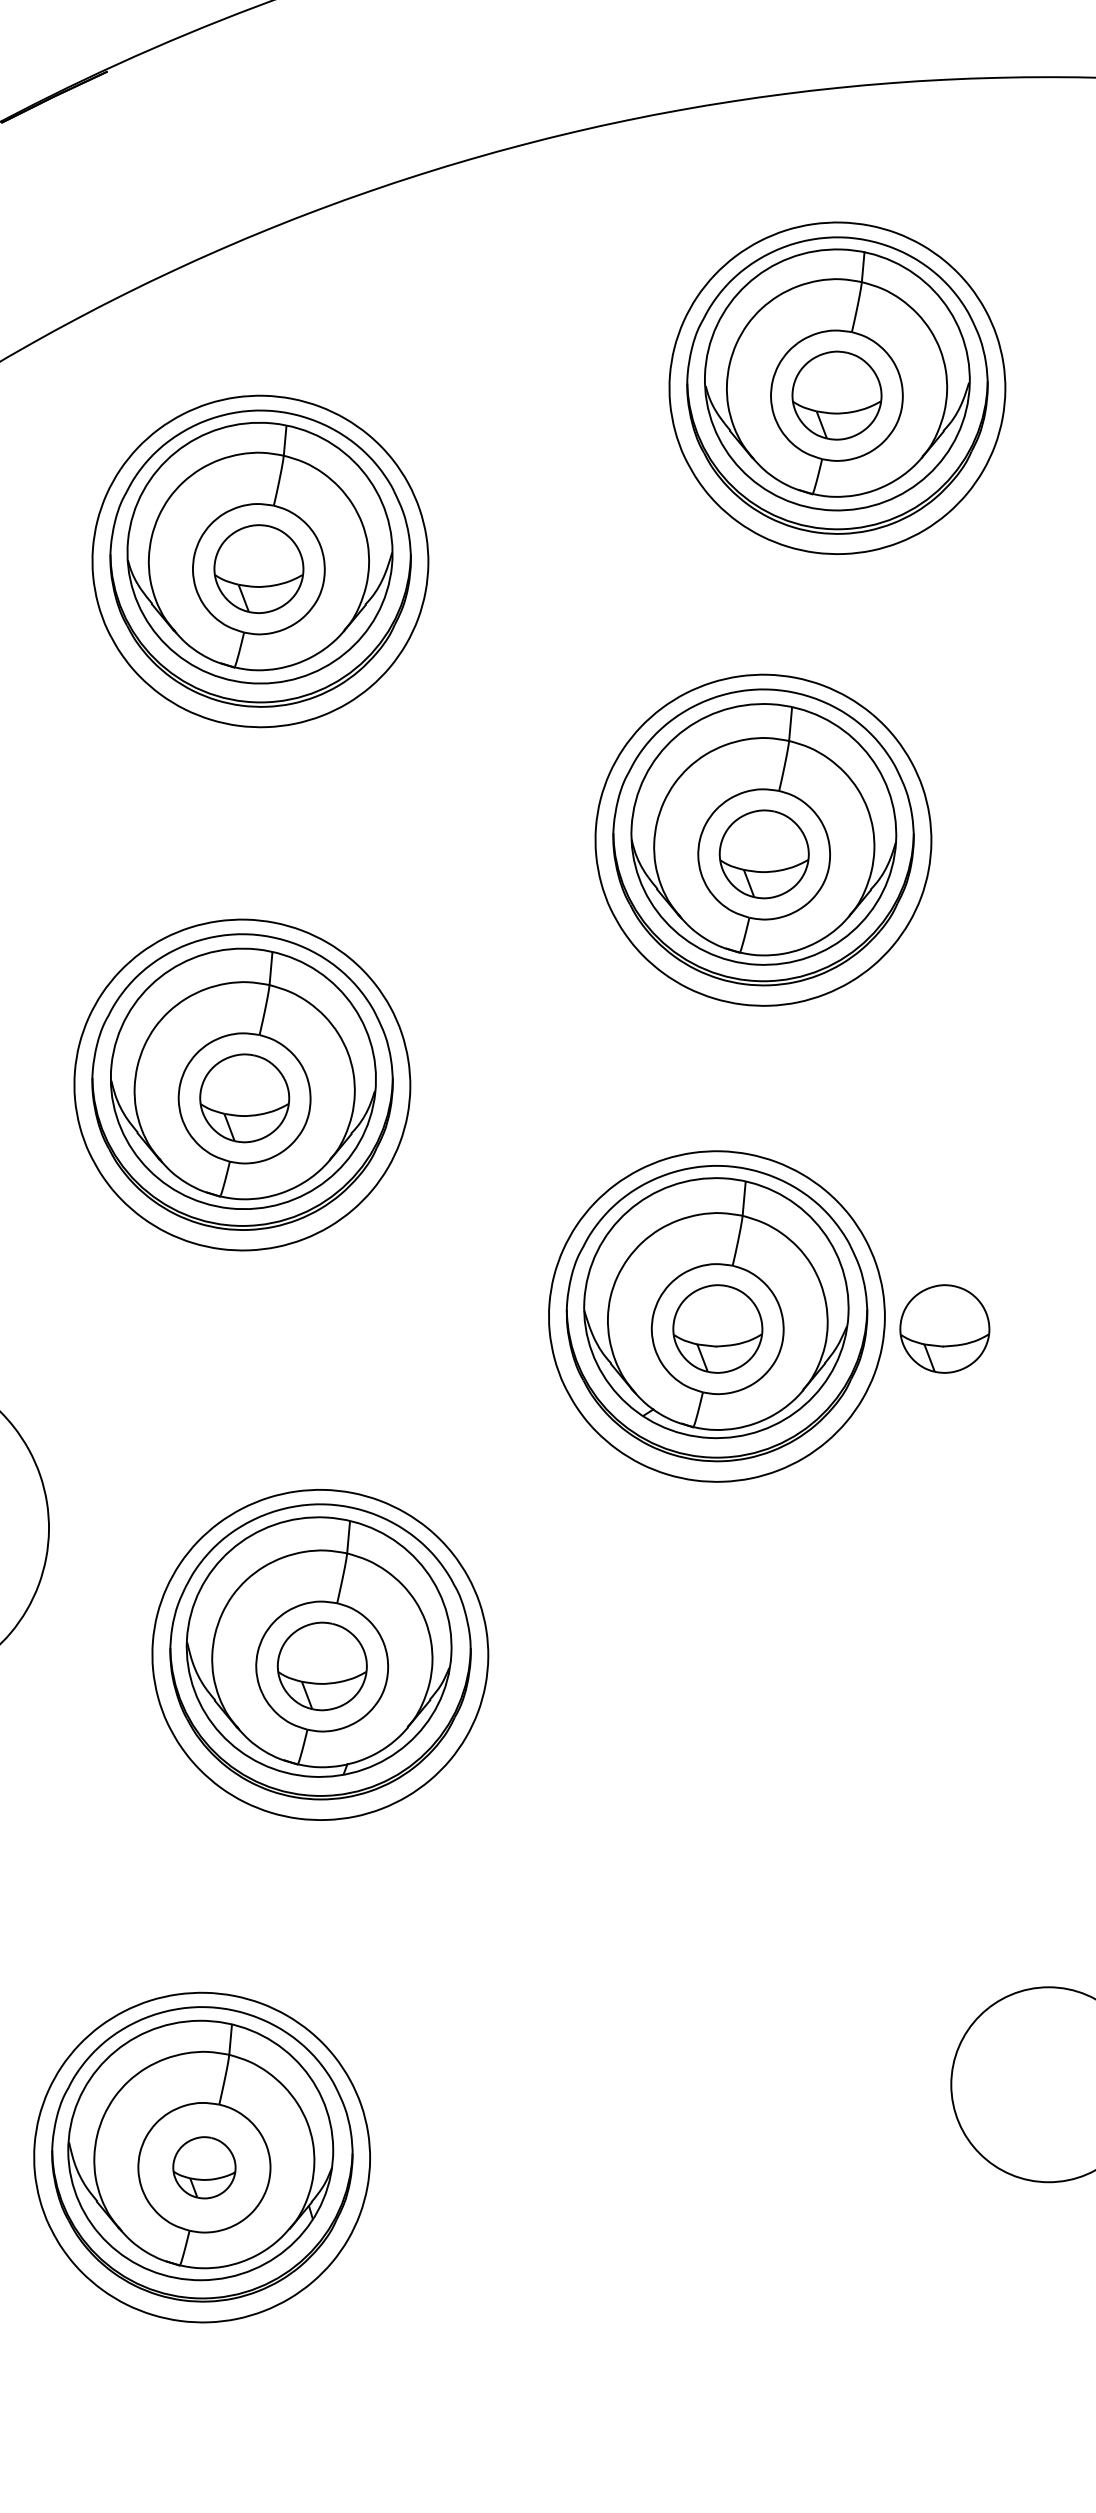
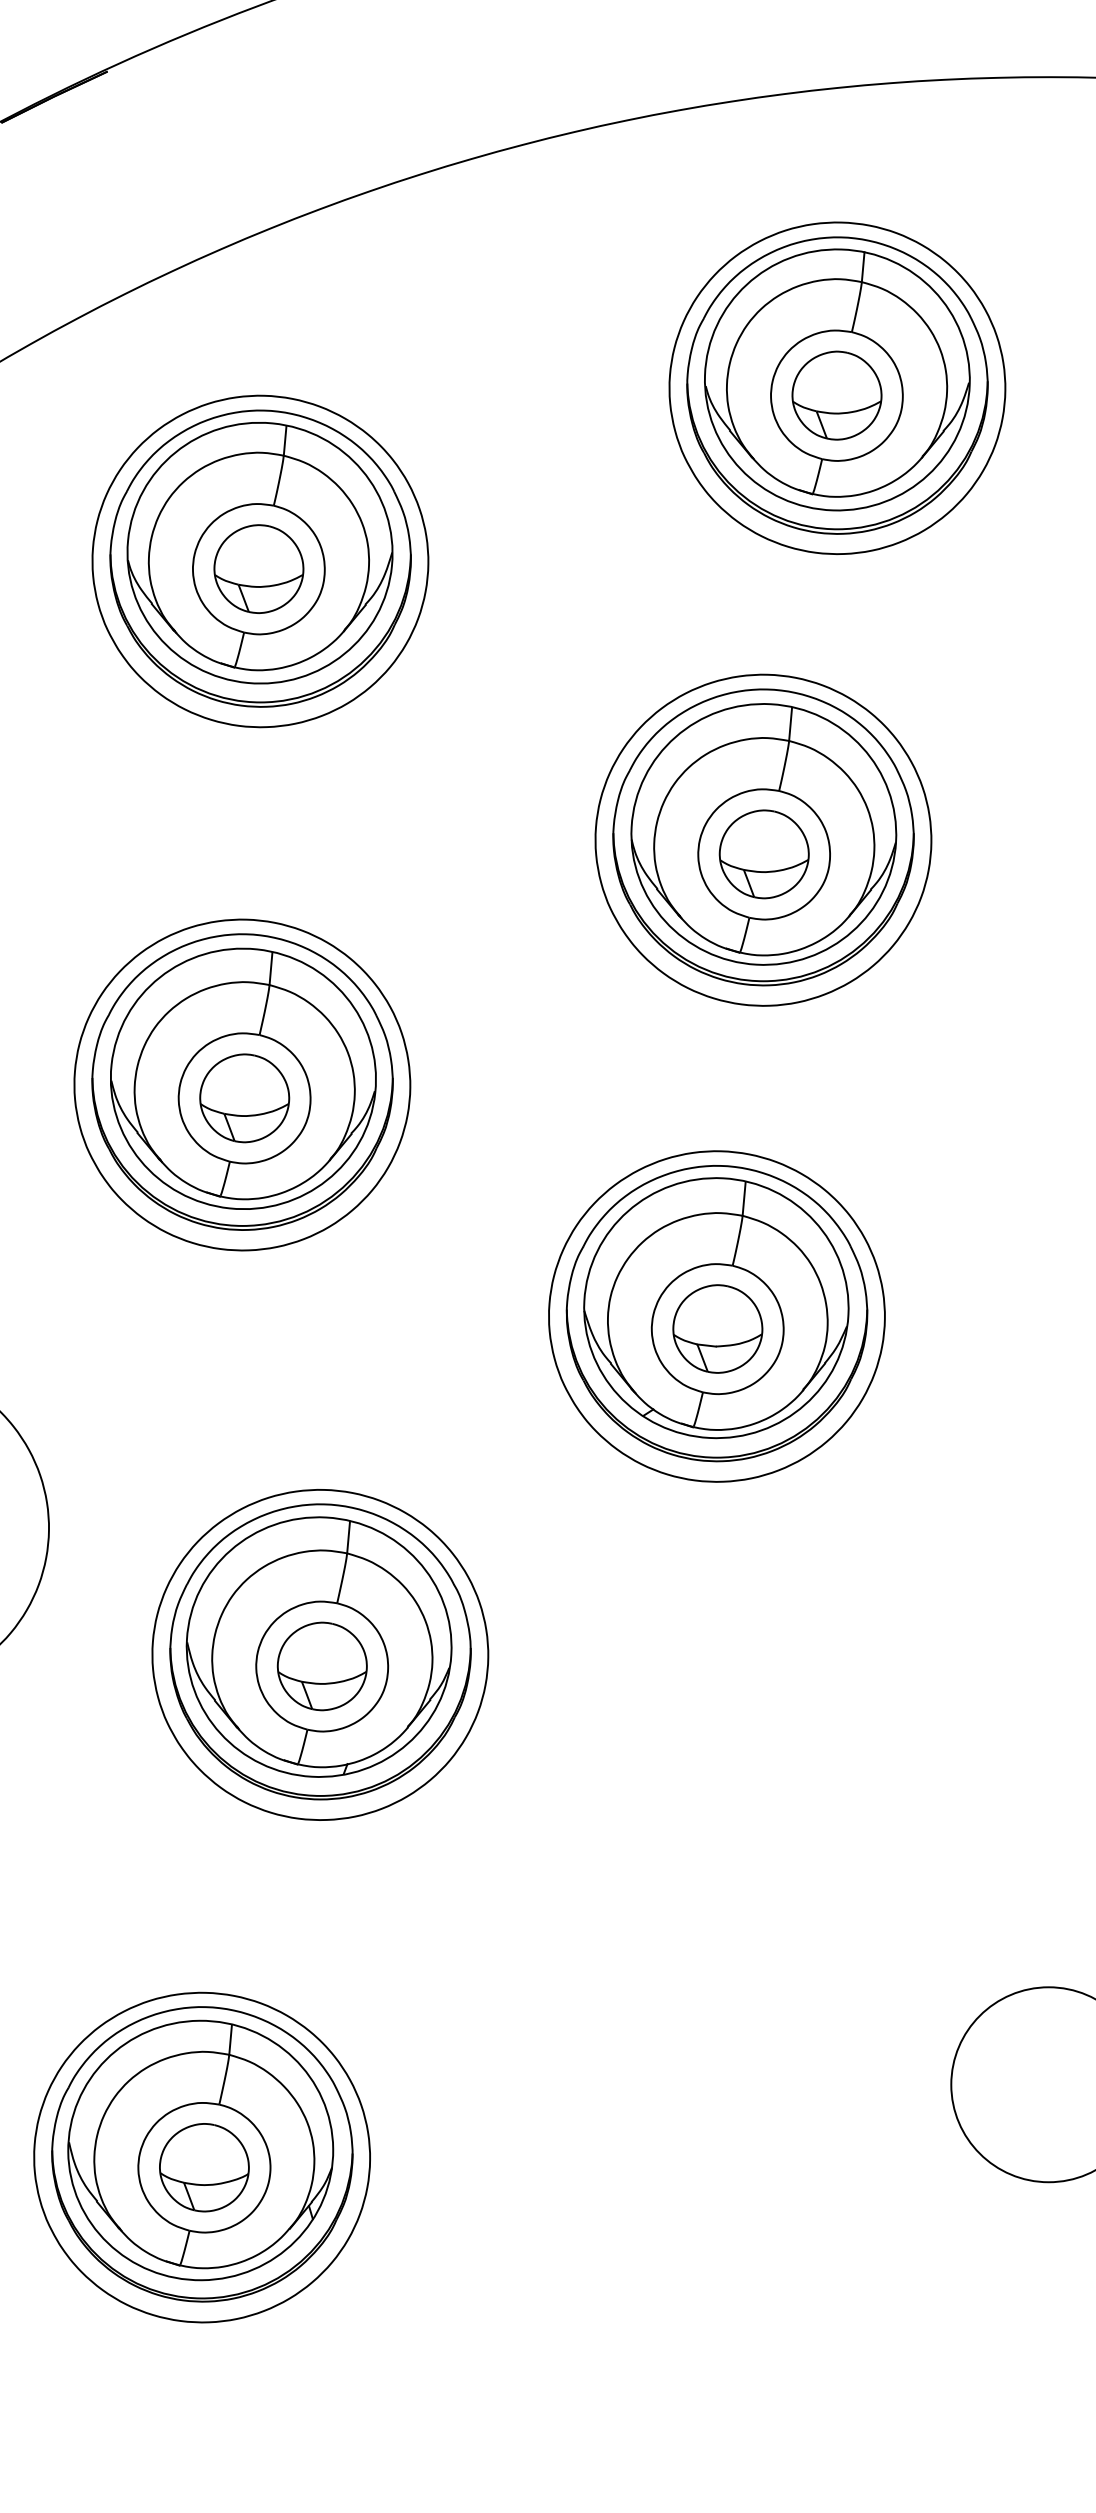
part at (944, 1328): present -> none
part at (204, 2167) size: 65x64 px -> 91x90 px
